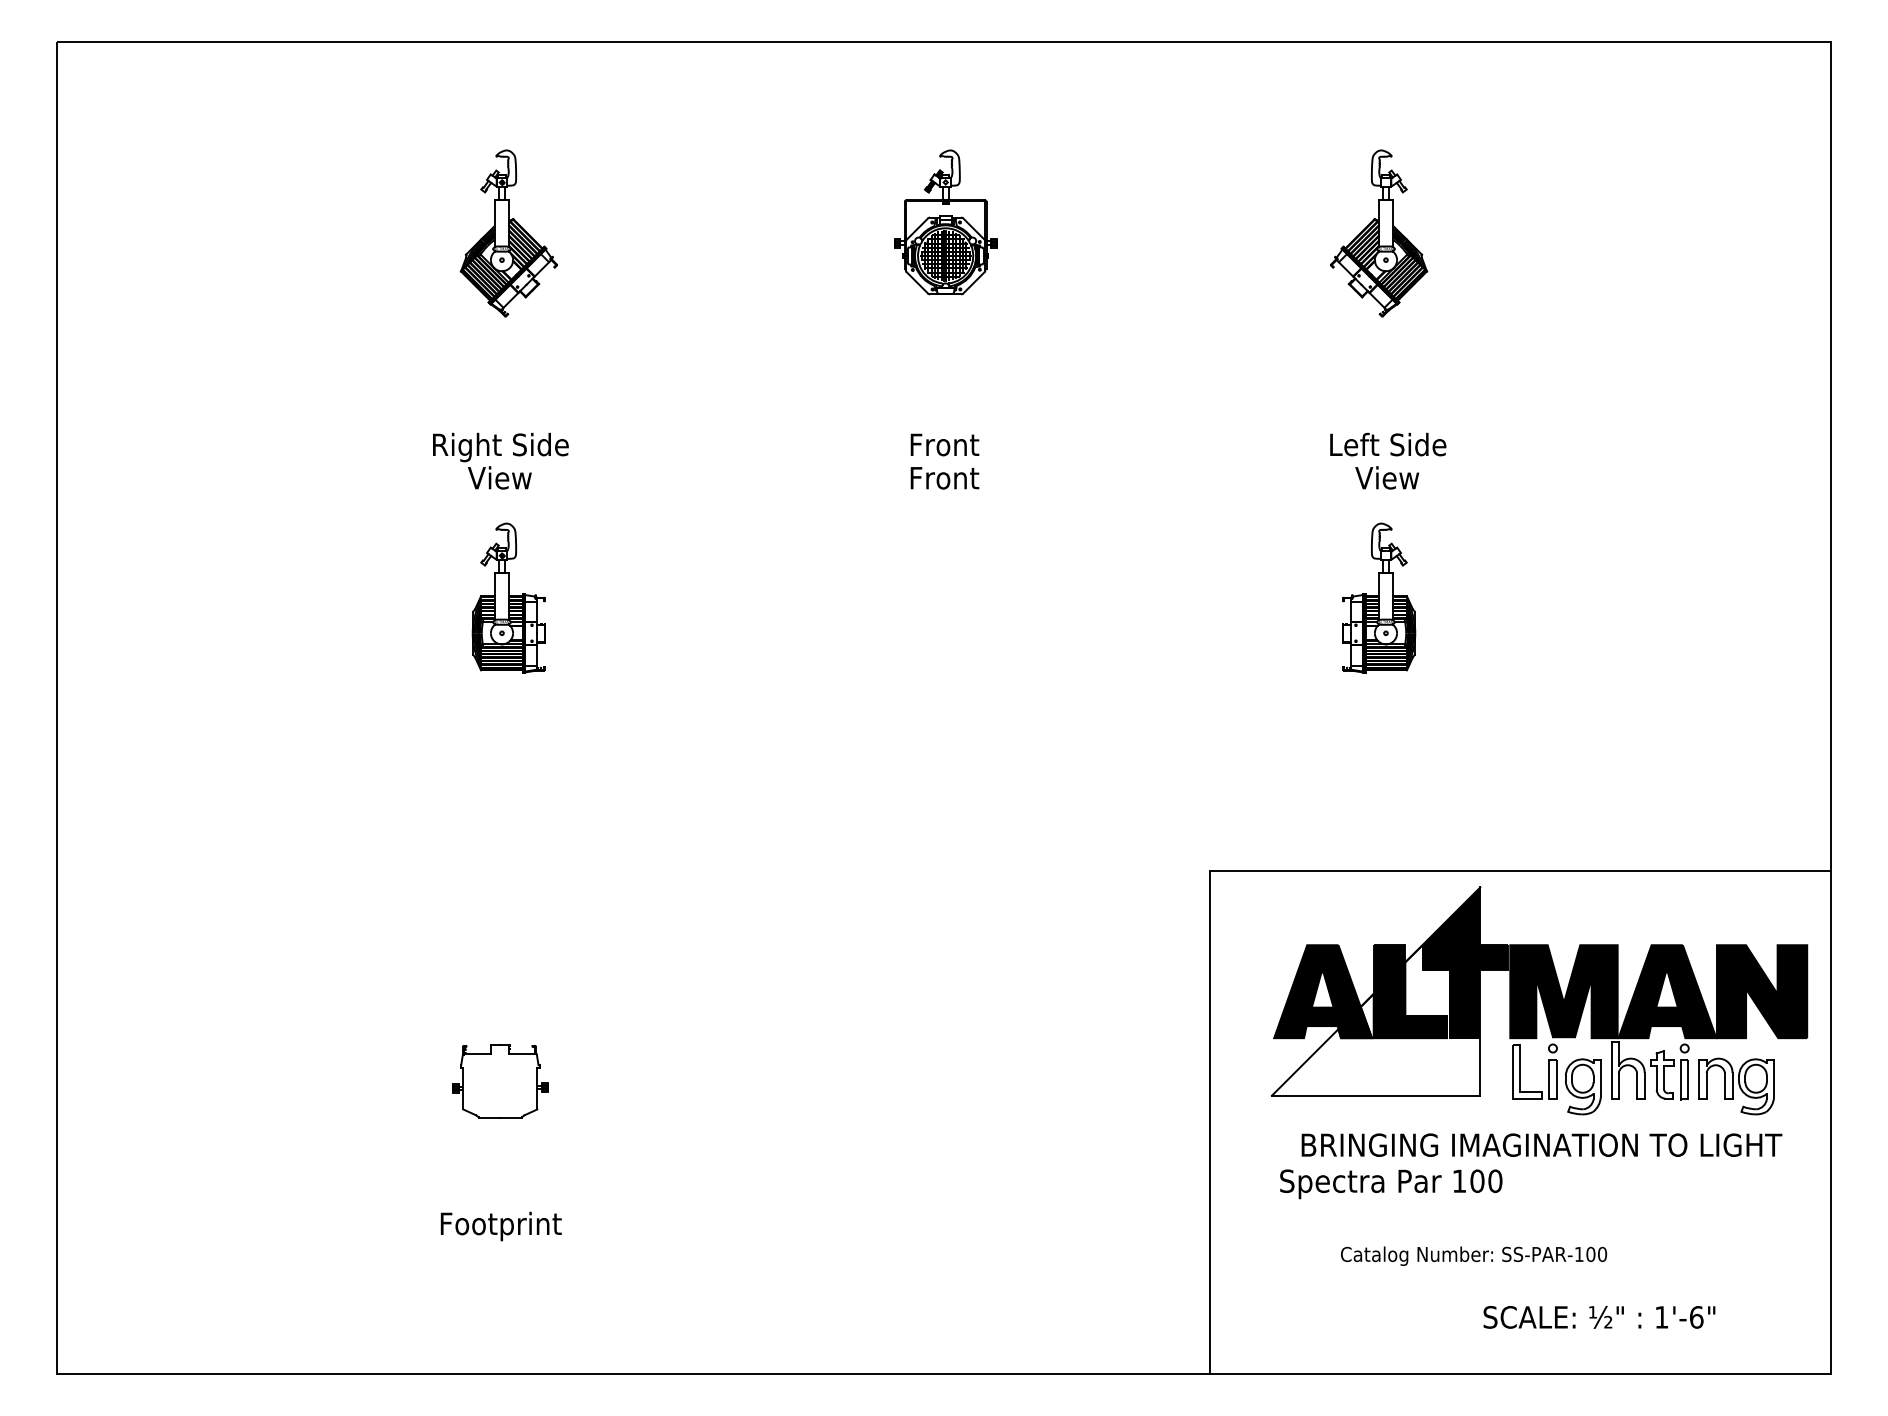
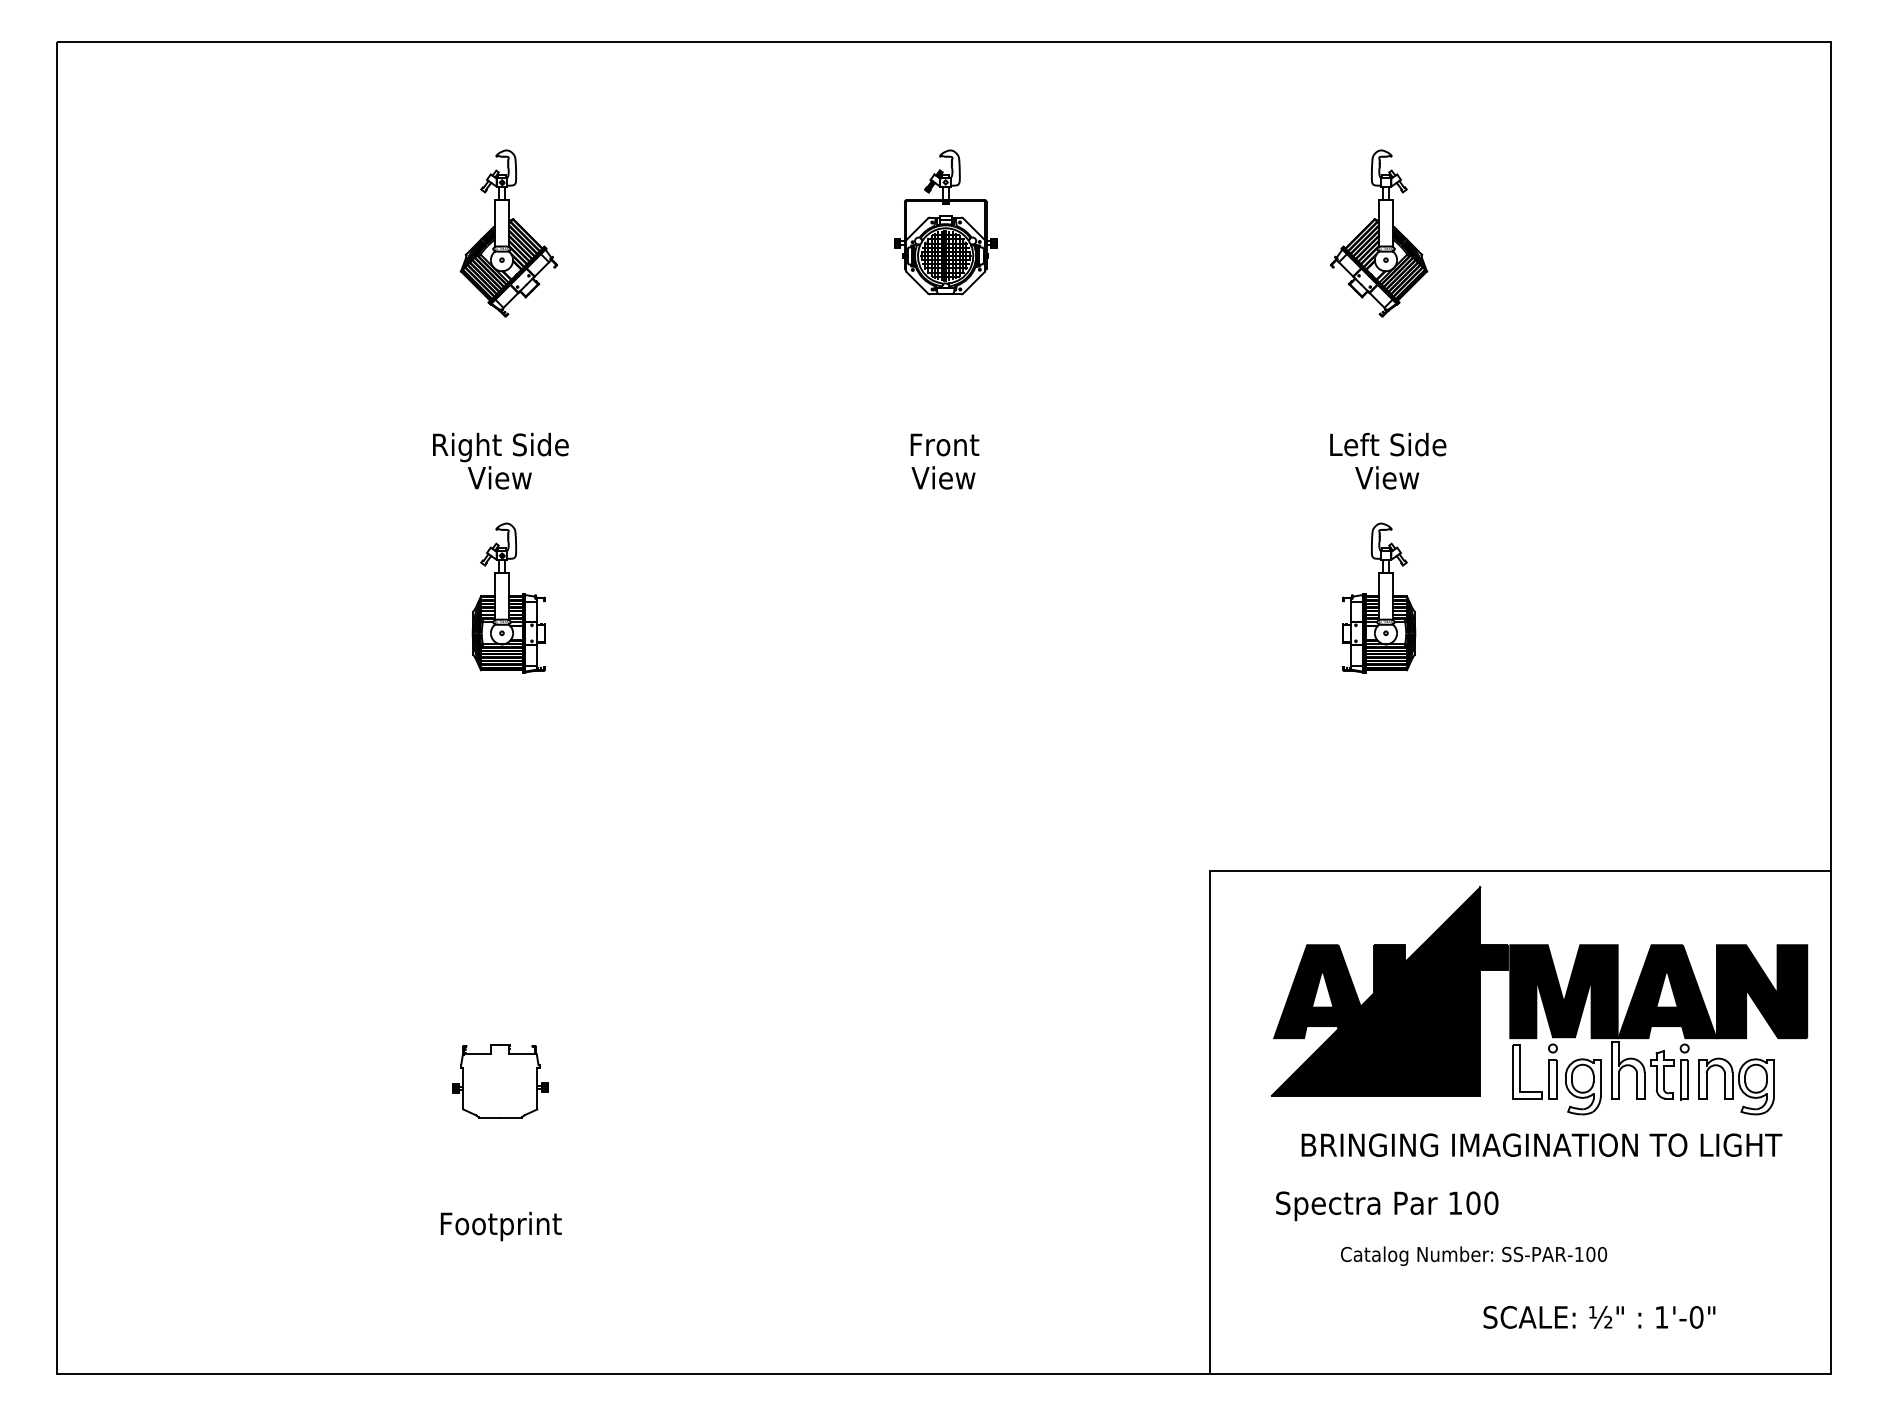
text at (944, 477): Front -> View
fill at (1375, 1020): none -> present
text at (1391, 1184) position: (1391, 1184) -> (1387, 1206)
text at (1696, 1317): 1'-6" -> 1'-0"
